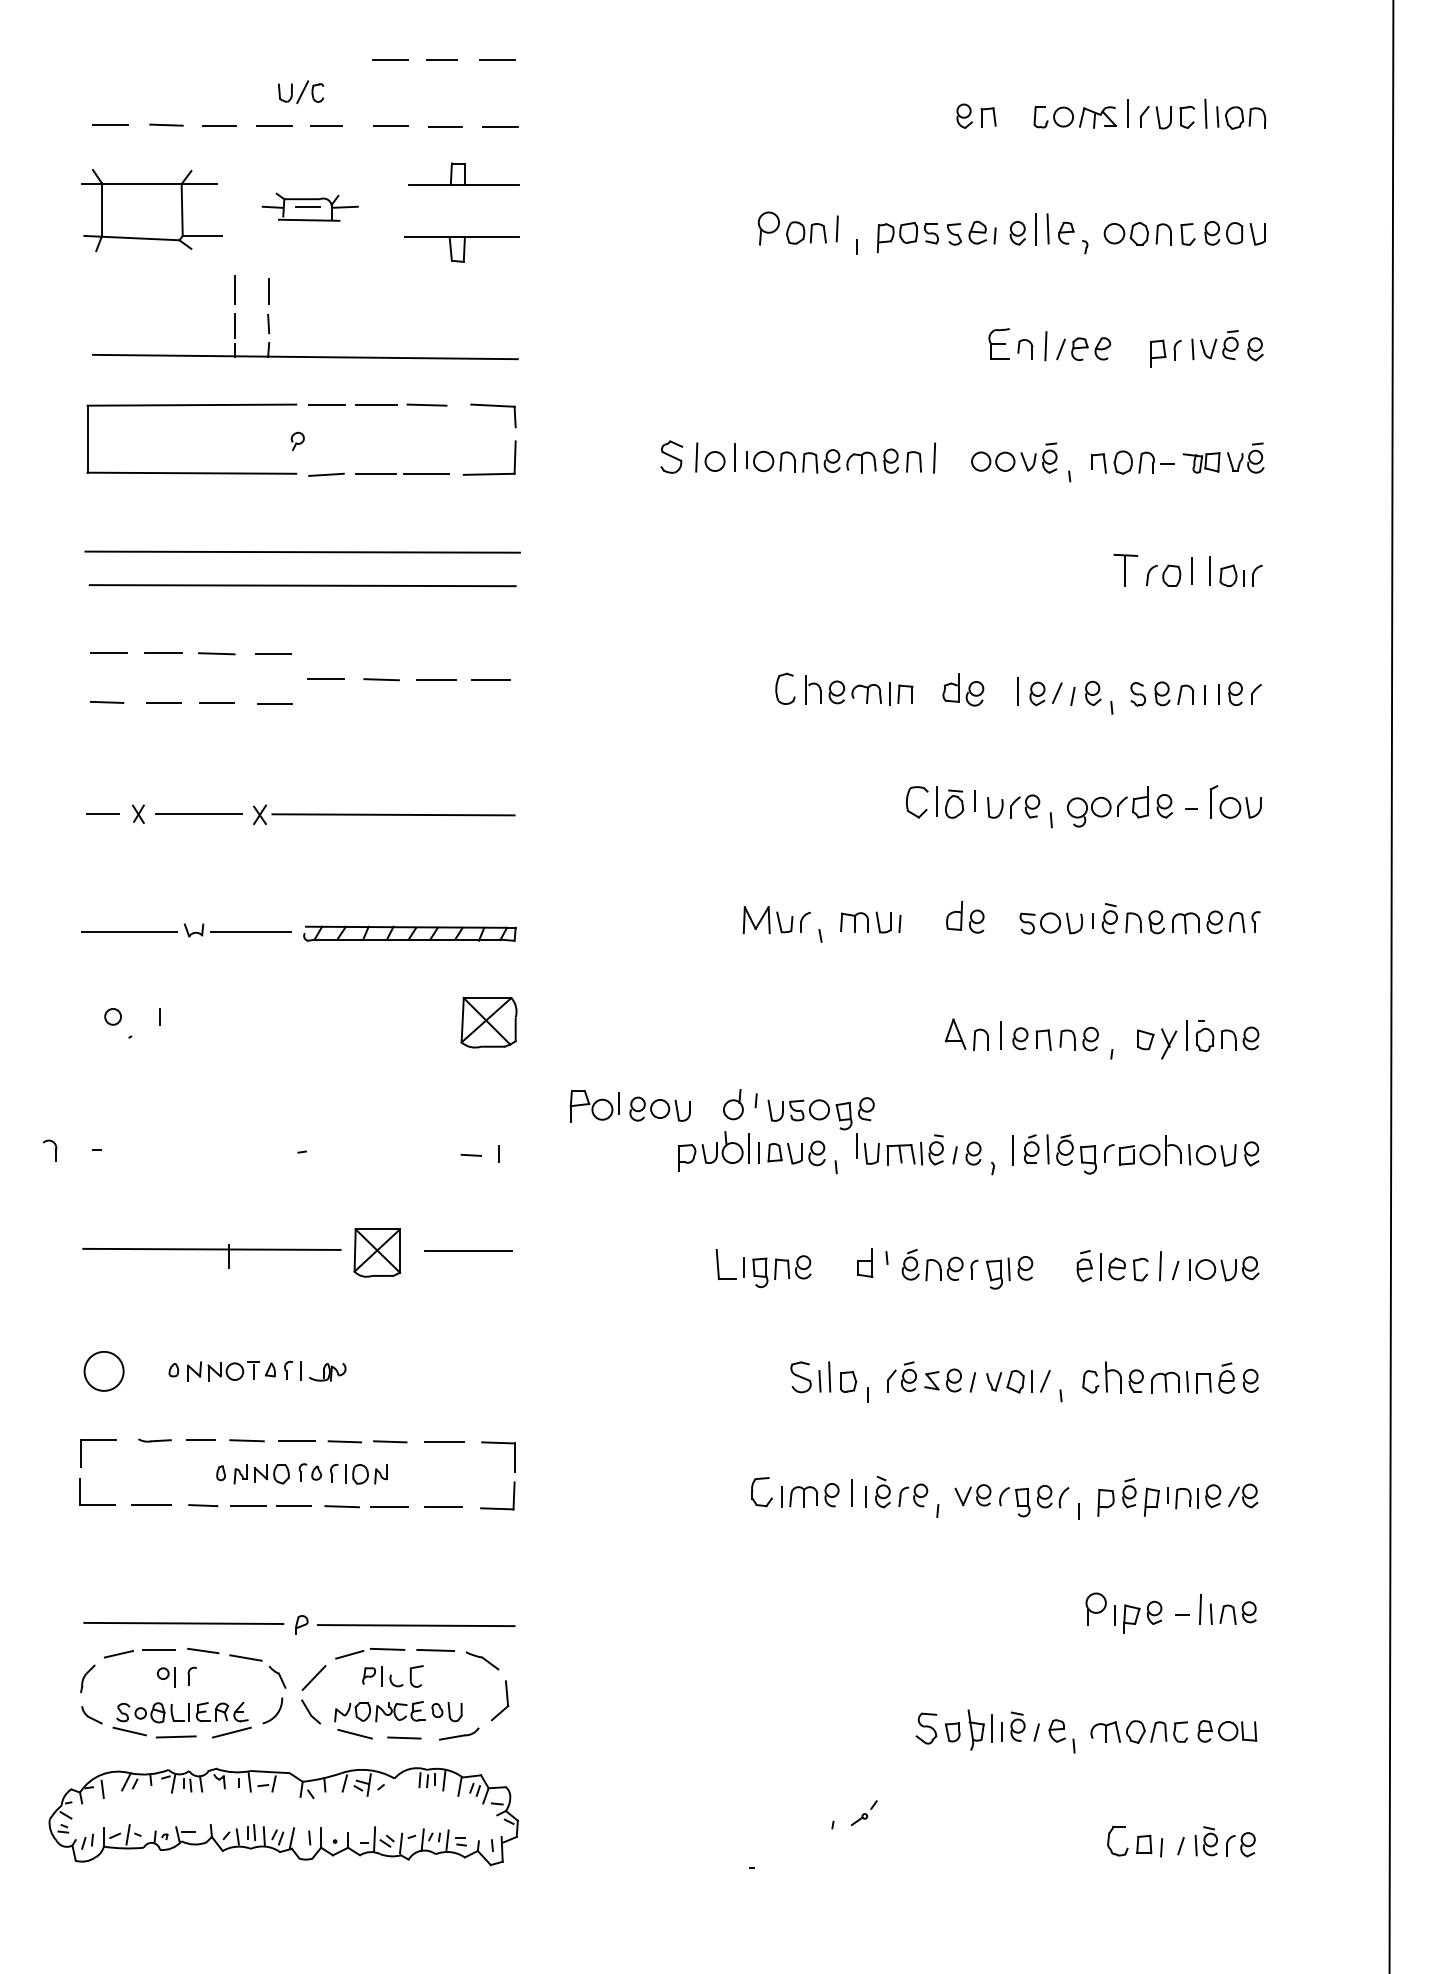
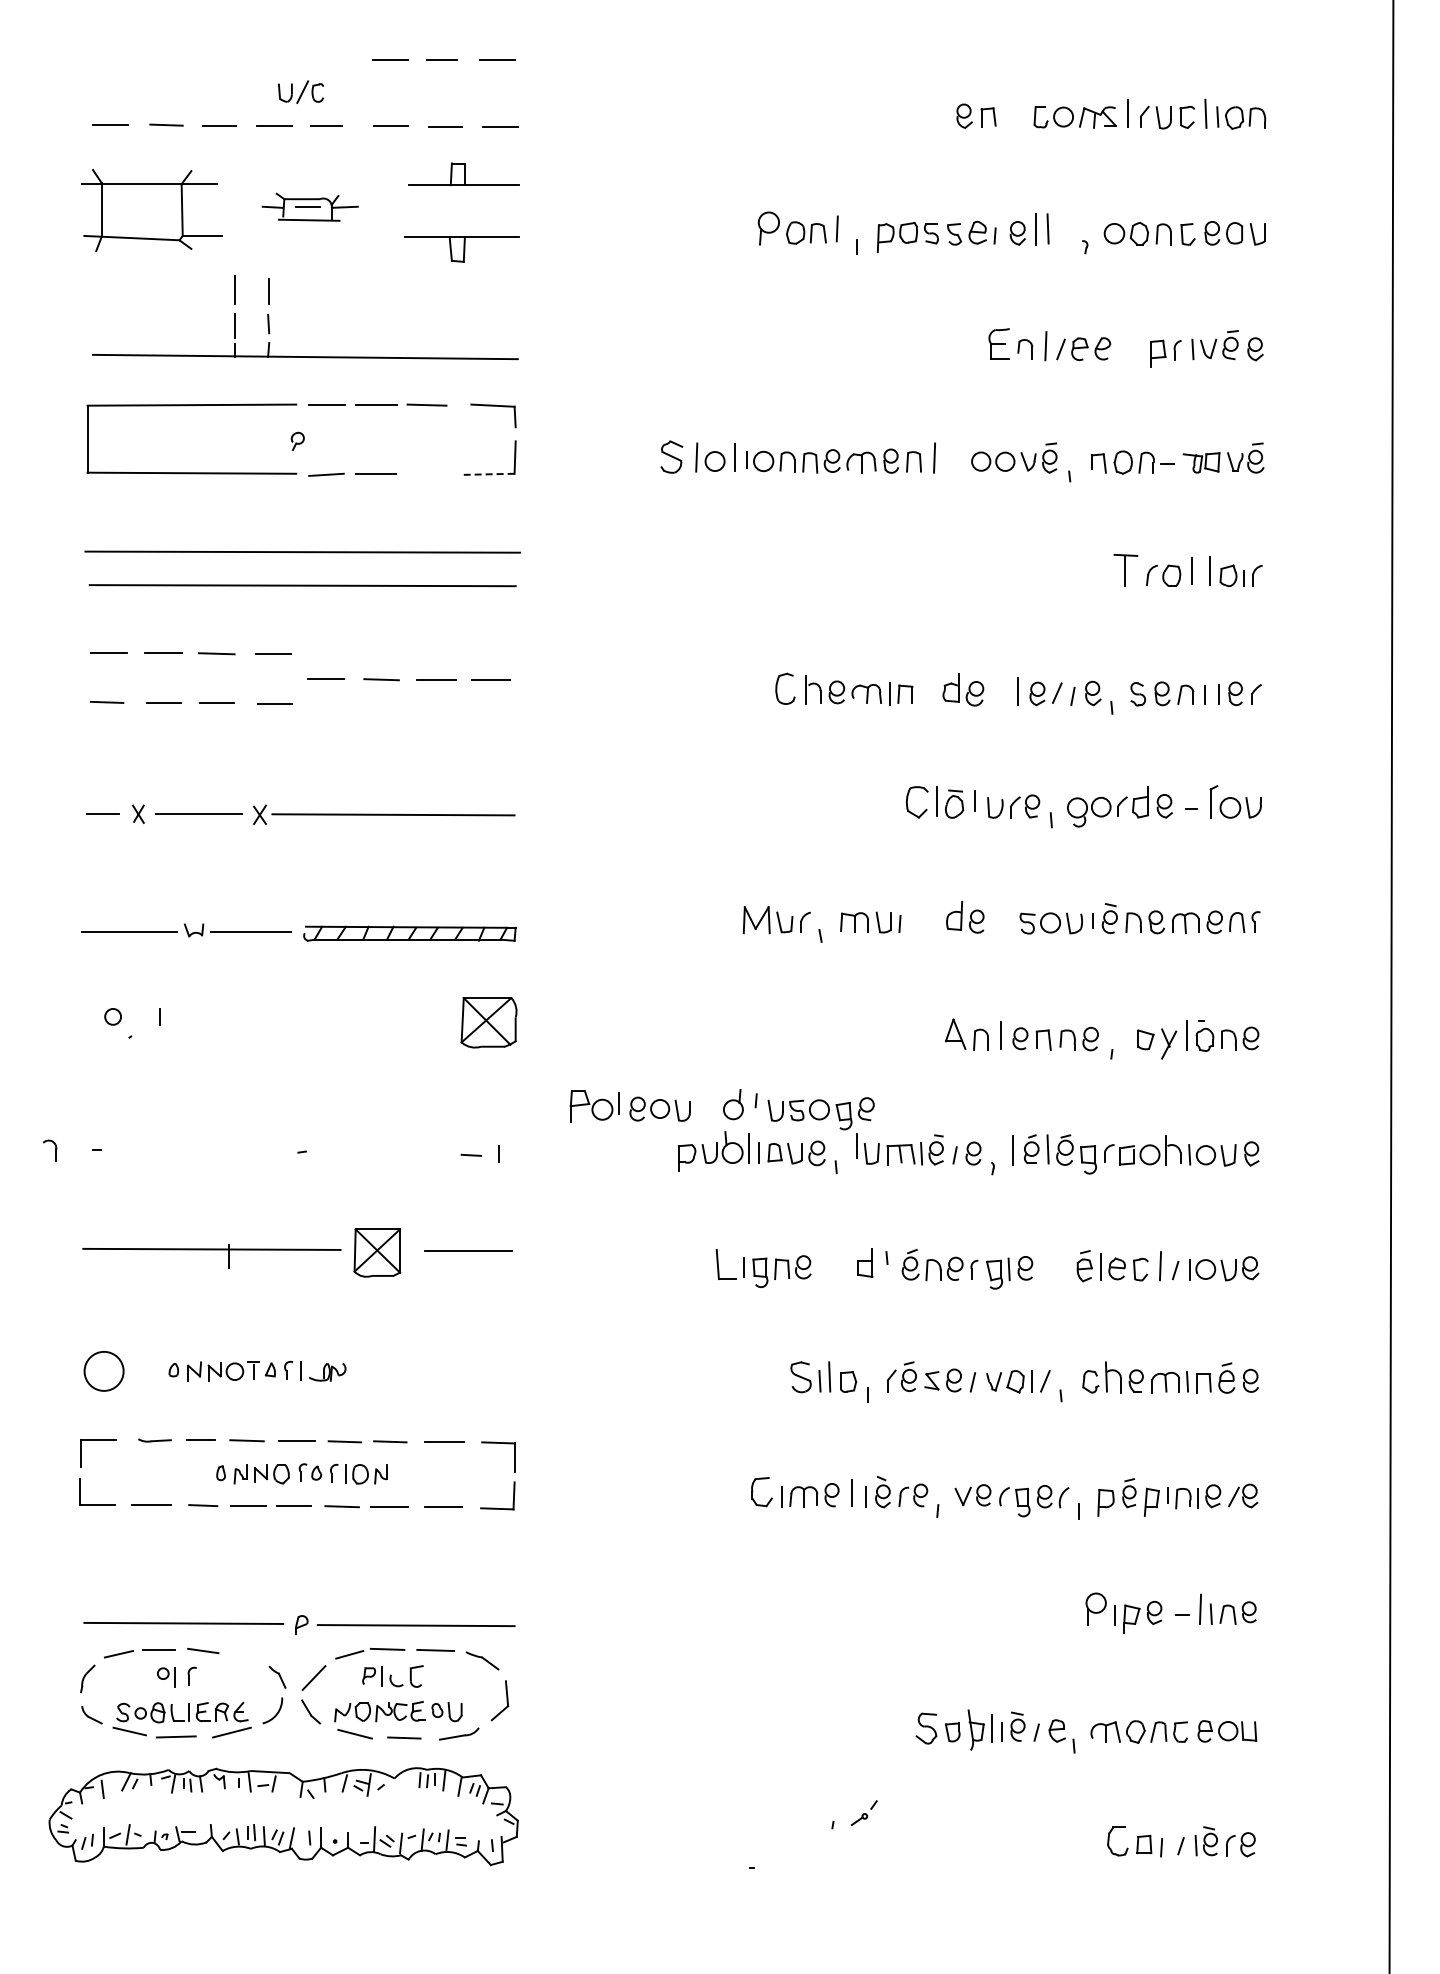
part at (1066, 232): present -> none
line at (426, 473): present -> none
line at (488, 474): solid -> dashed
line at (245, 1657): present -> none
